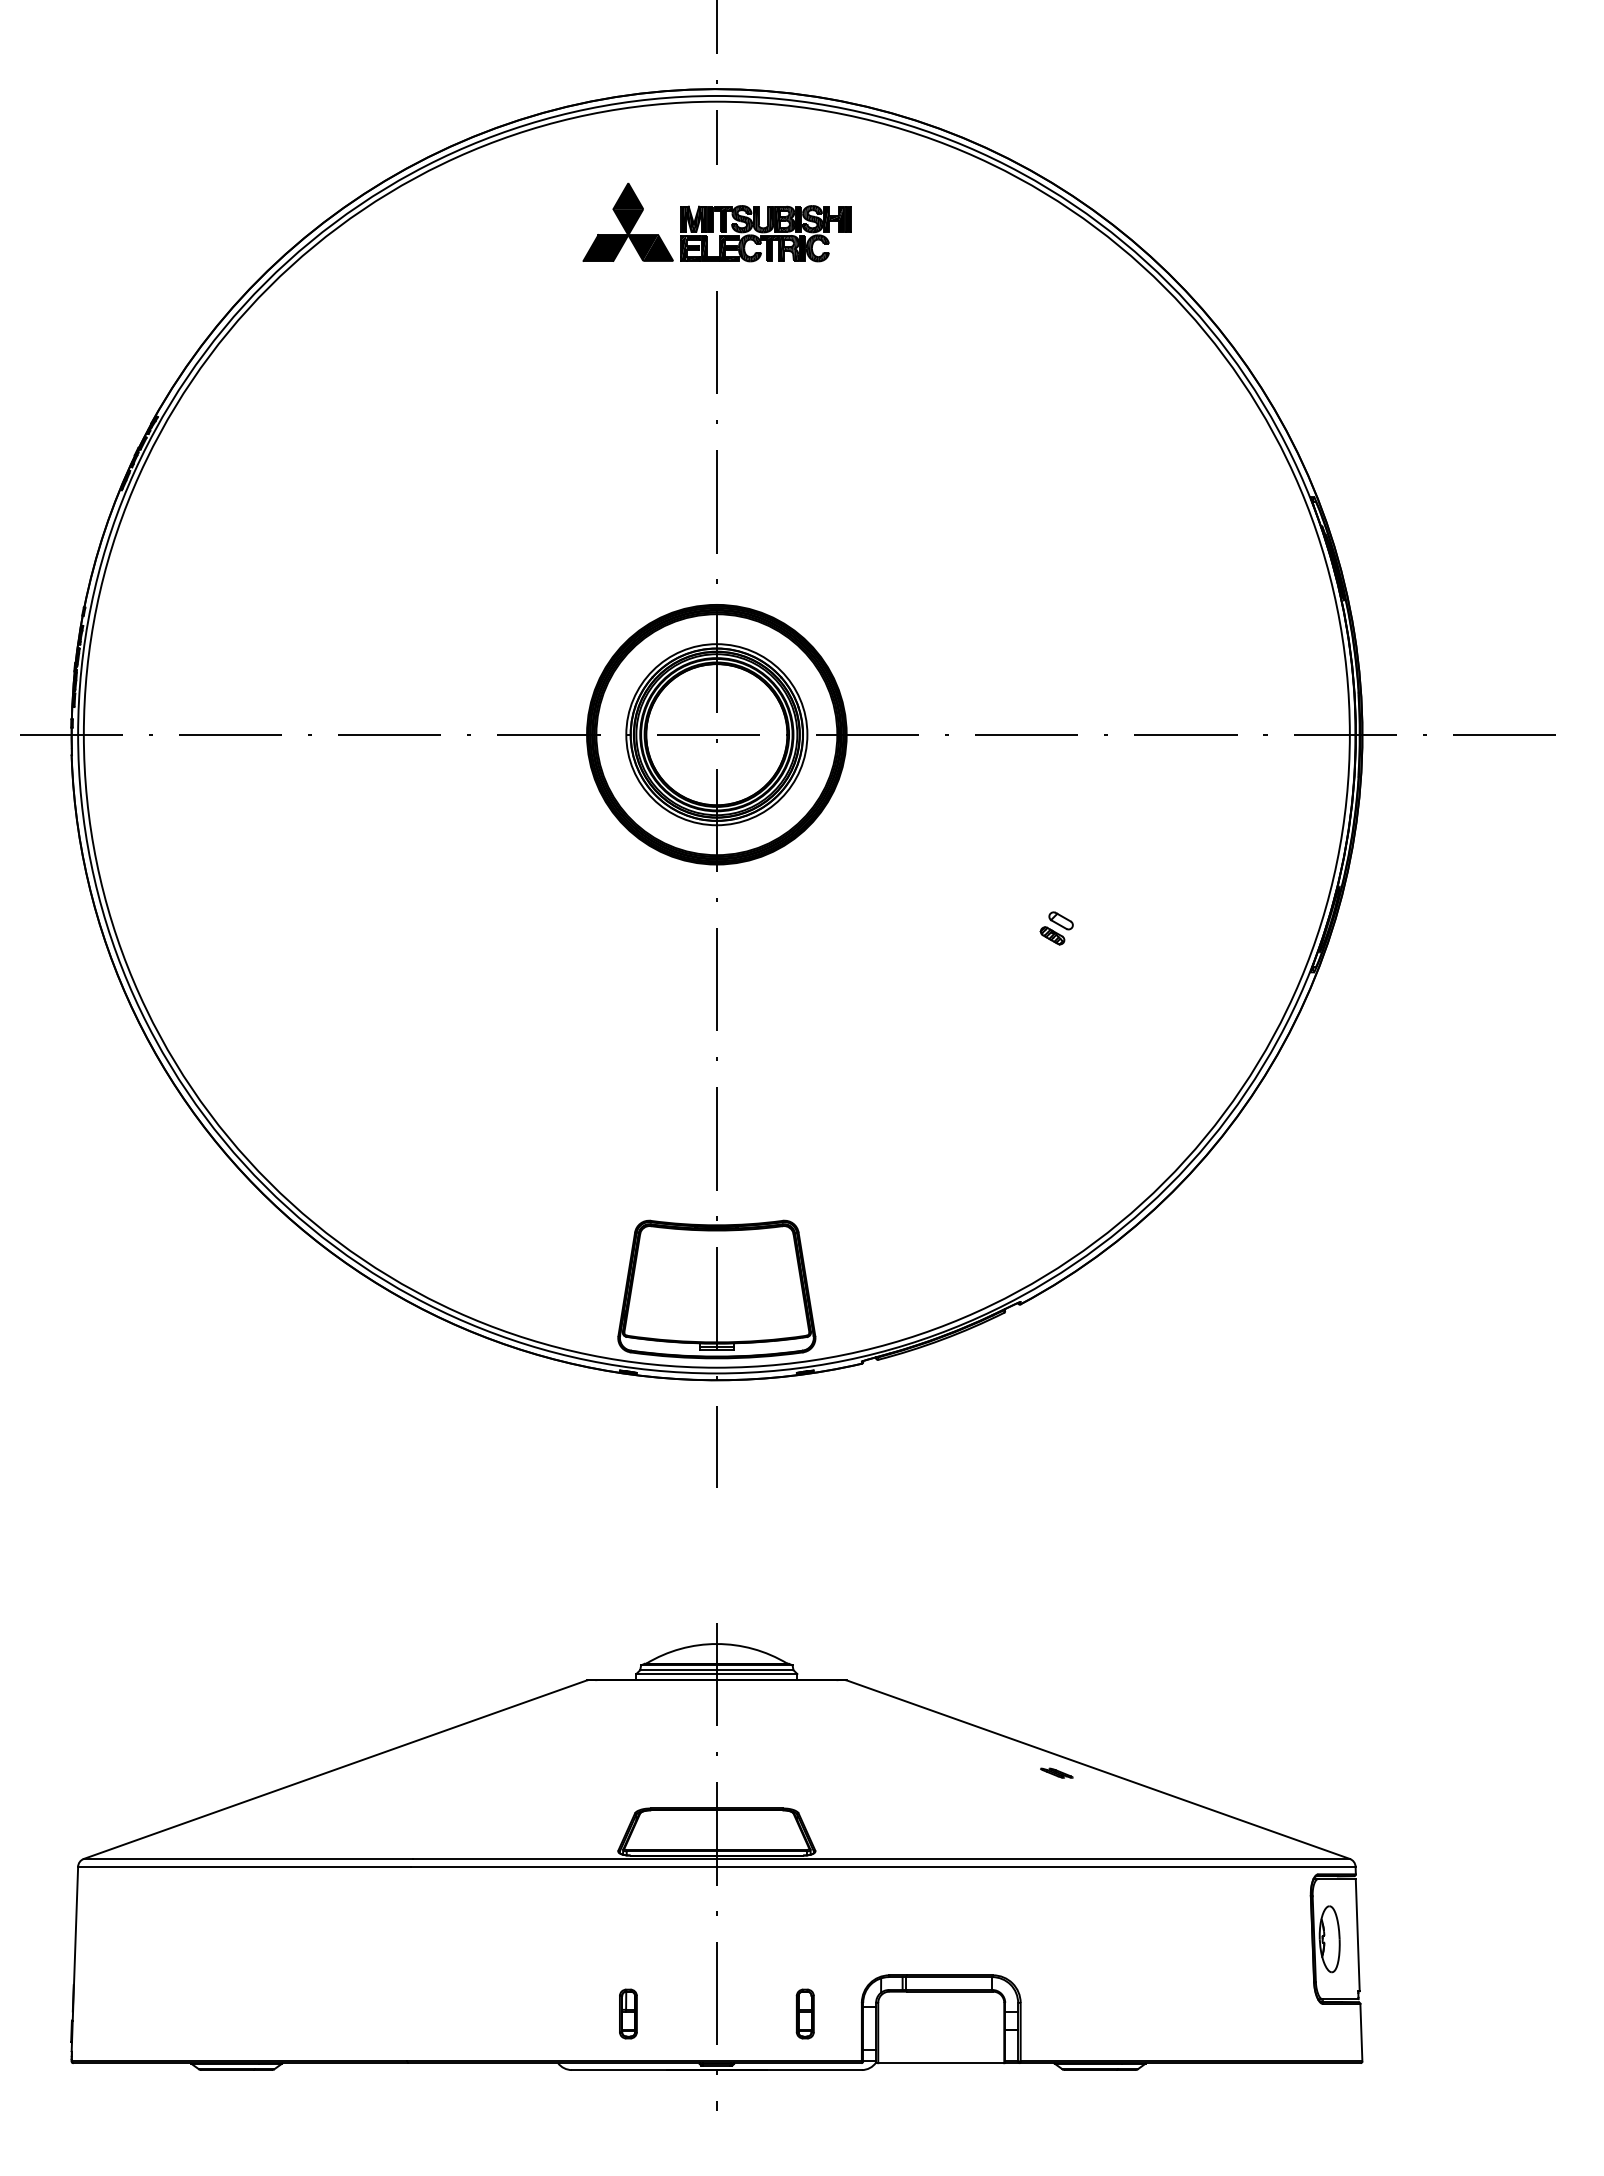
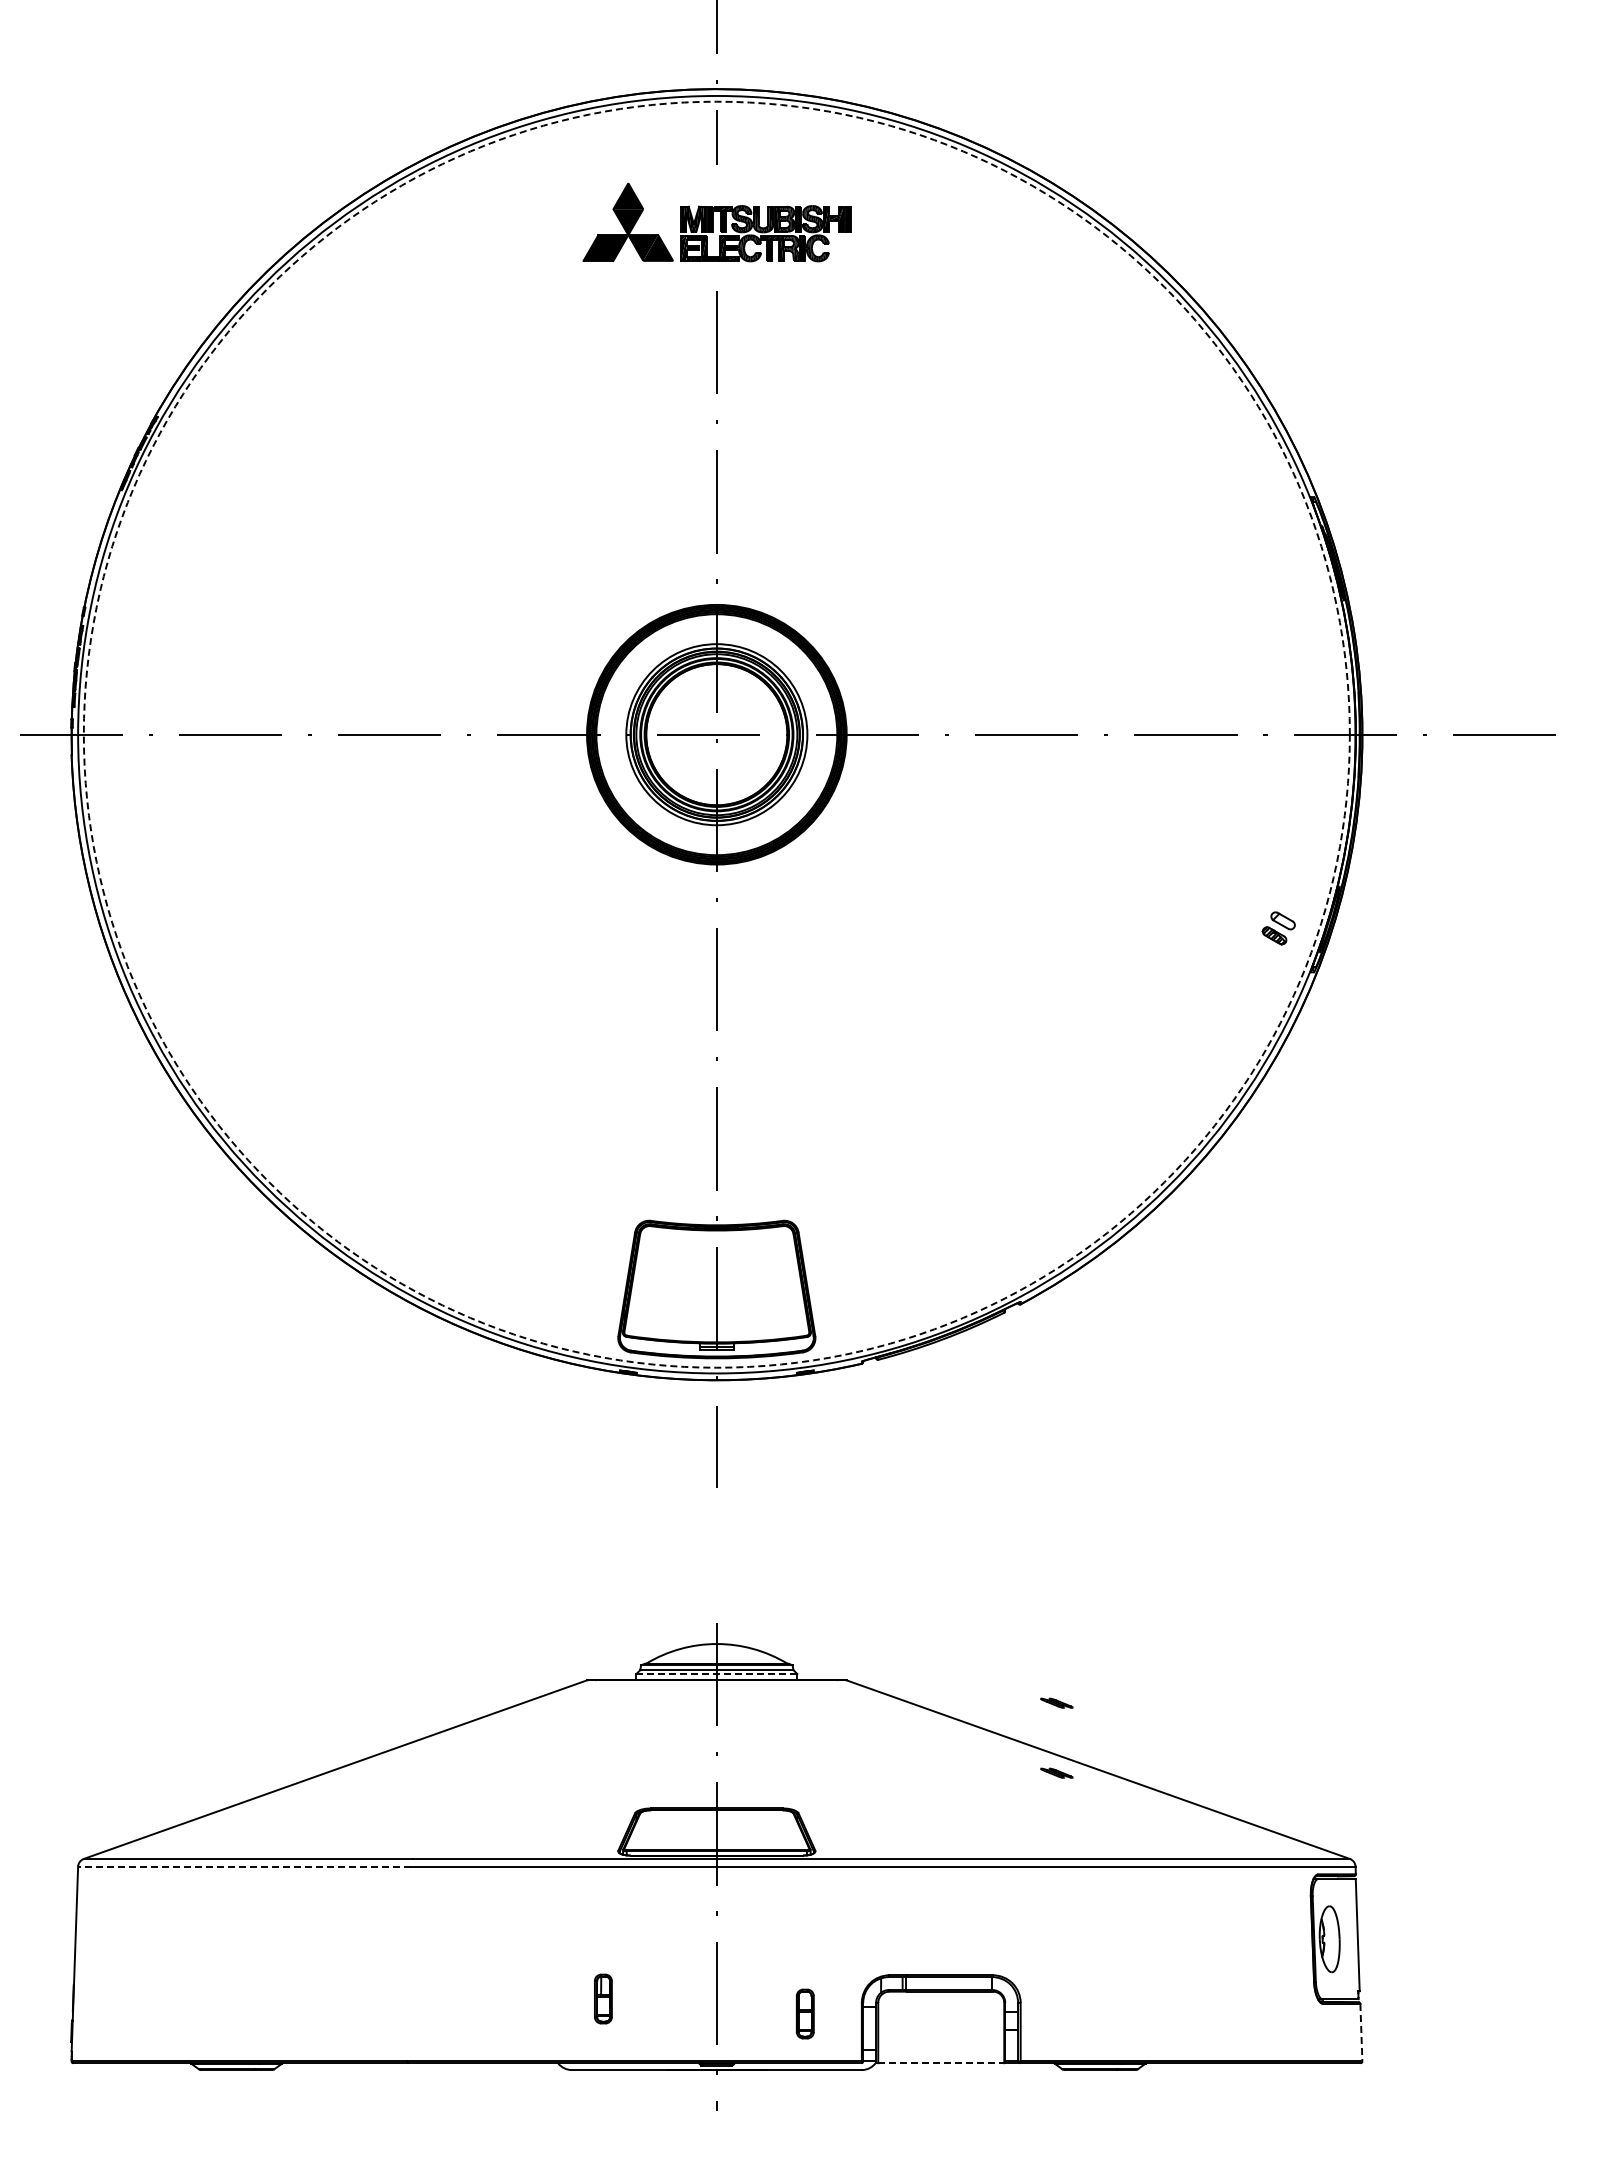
circle at (716, 734): solid -> dashed
part at (1056, 928) position: (1056, 928) -> (1278, 928)
line at (717, 1674): solid -> dashed
part at (1056, 1702): none -> present
line at (243, 1866): solid -> dashed
part at (628, 2013) position: (628, 2013) -> (603, 1998)
line at (1361, 2032): solid -> dashed
line at (941, 2063): solid -> dashed
